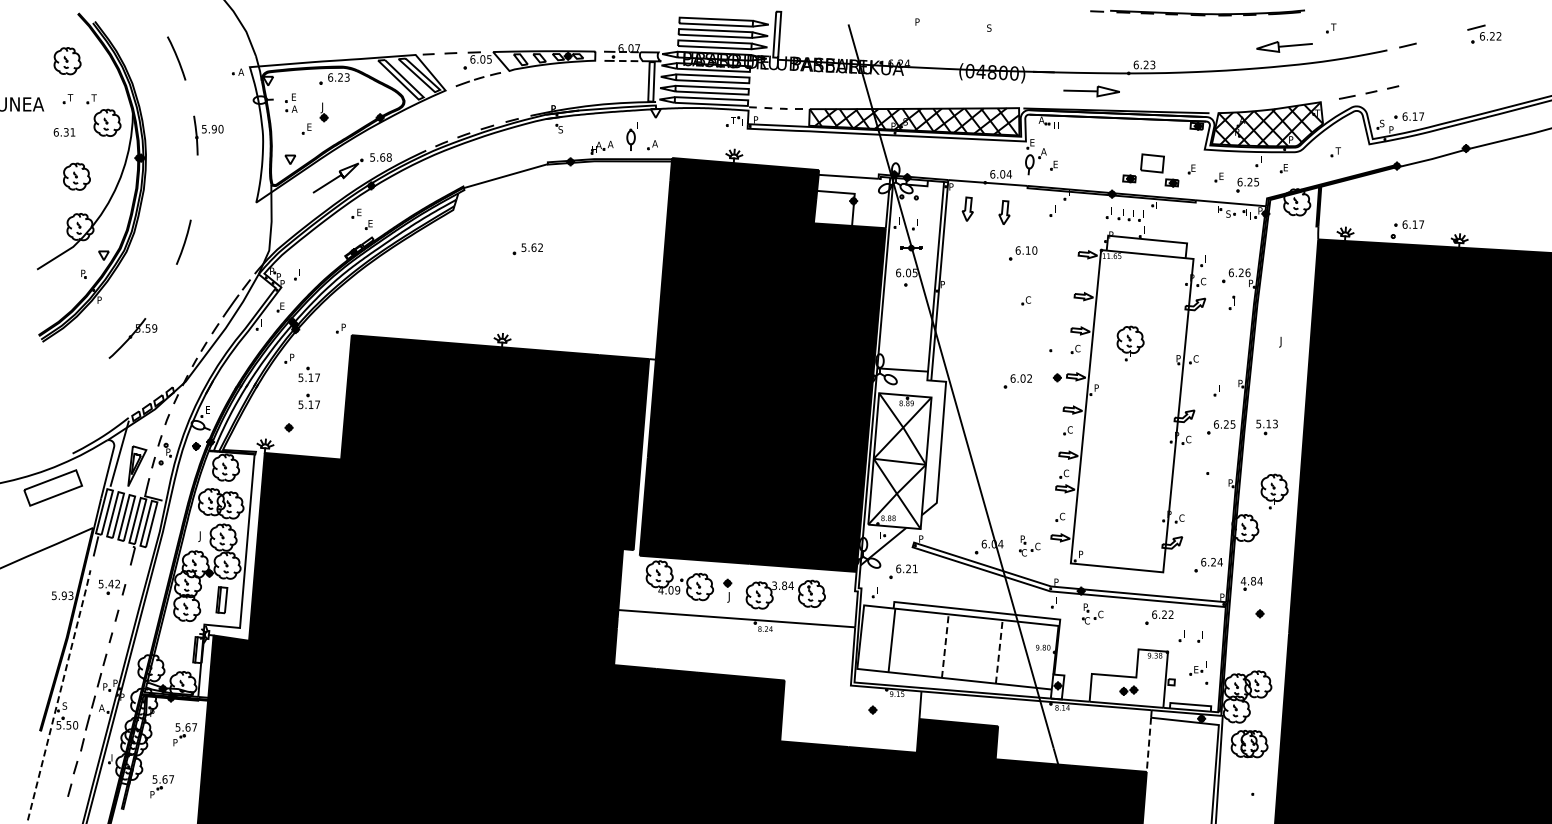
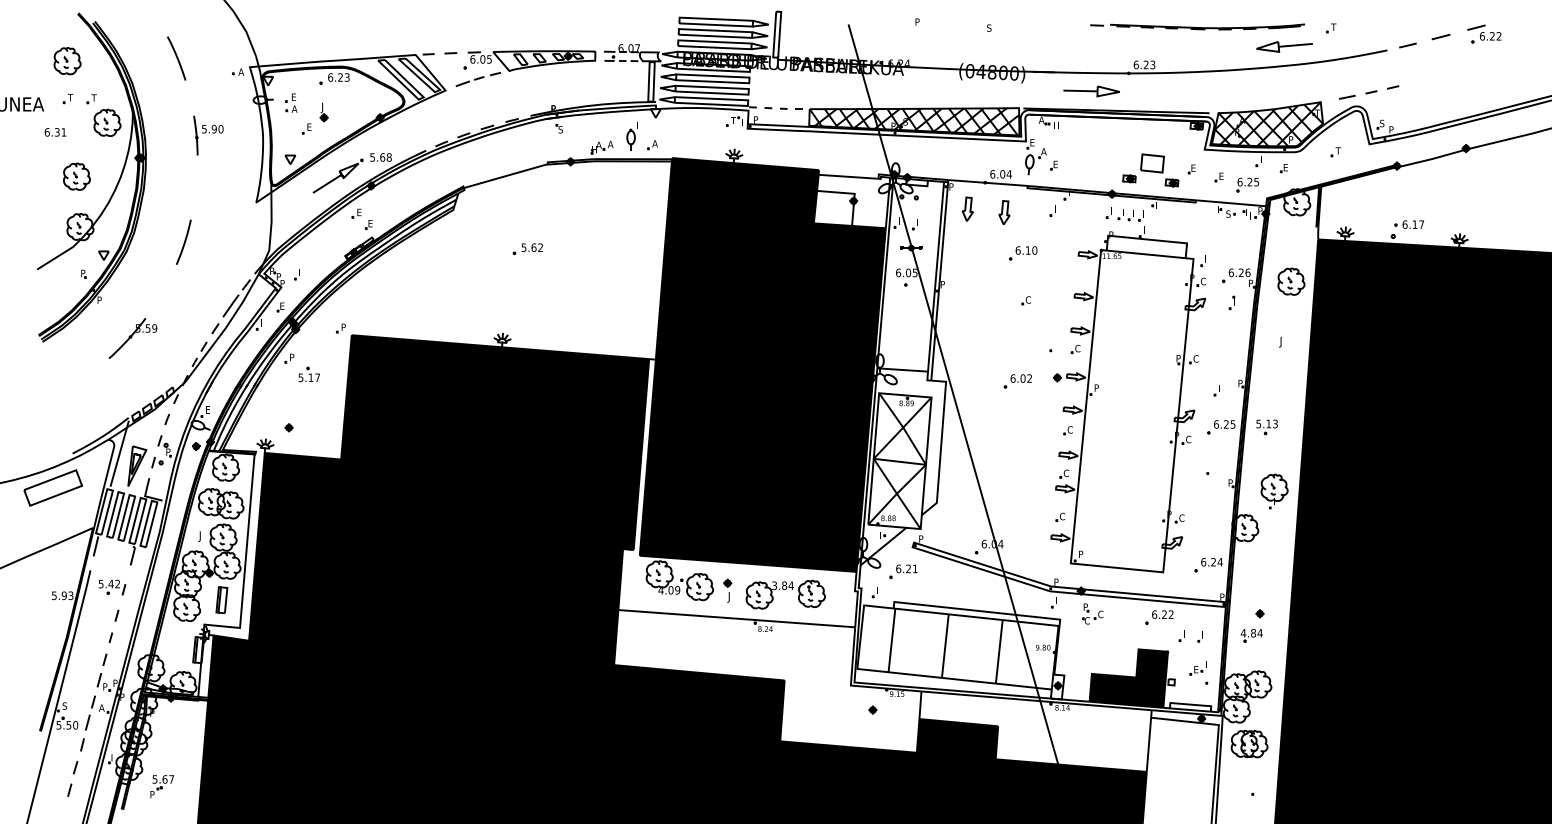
part at (1197, 12) position: (1197, 12) -> (1197, 26)
line at (1440, 36): none -> present
part at (1408, 116): present -> none
text at (64, 132) position: (64, 132) -> (55, 132)
part at (1291, 281): none -> present
part at (1130, 343): present -> none
part at (308, 401): present -> none
part at (1029, 545): present -> none
part at (1251, 583) position: (1251, 583) -> (1251, 635)
line at (945, 646): dashed -> solid
line at (999, 651): dashed -> solid
fill at (1128, 678): none -> present
line at (59, 696): dashed -> solid
part at (184, 734): present -> none
line at (1148, 745): dashed -> solid
